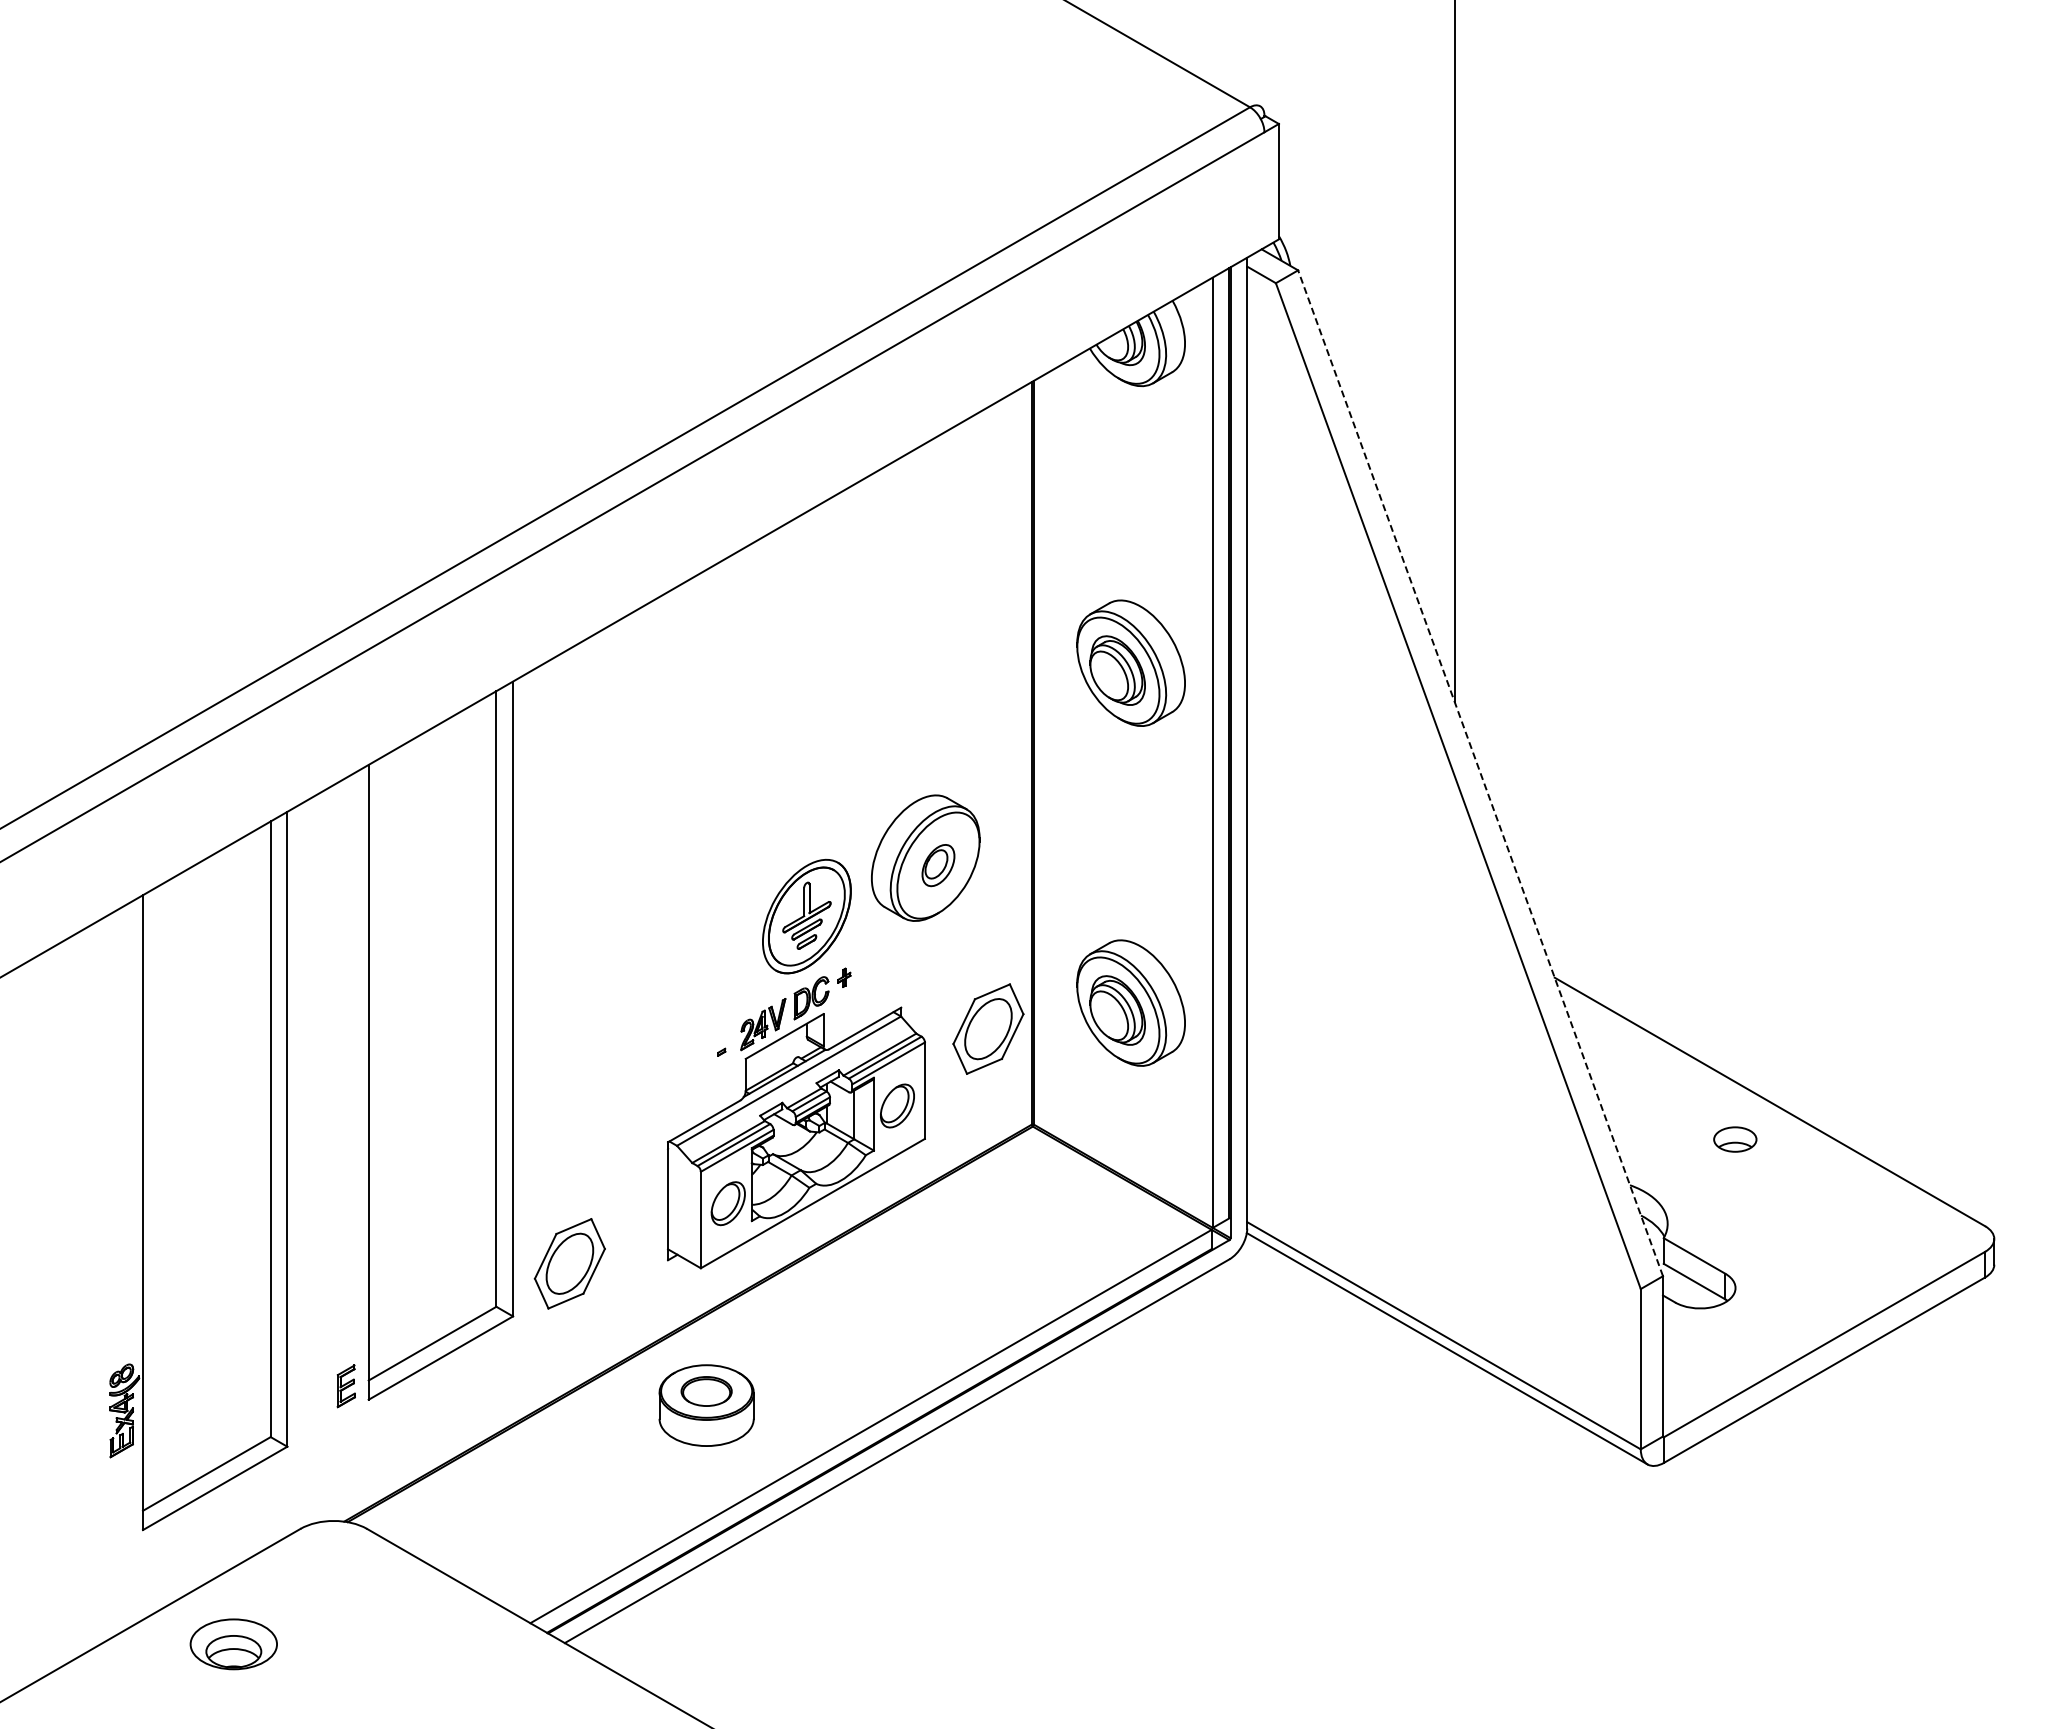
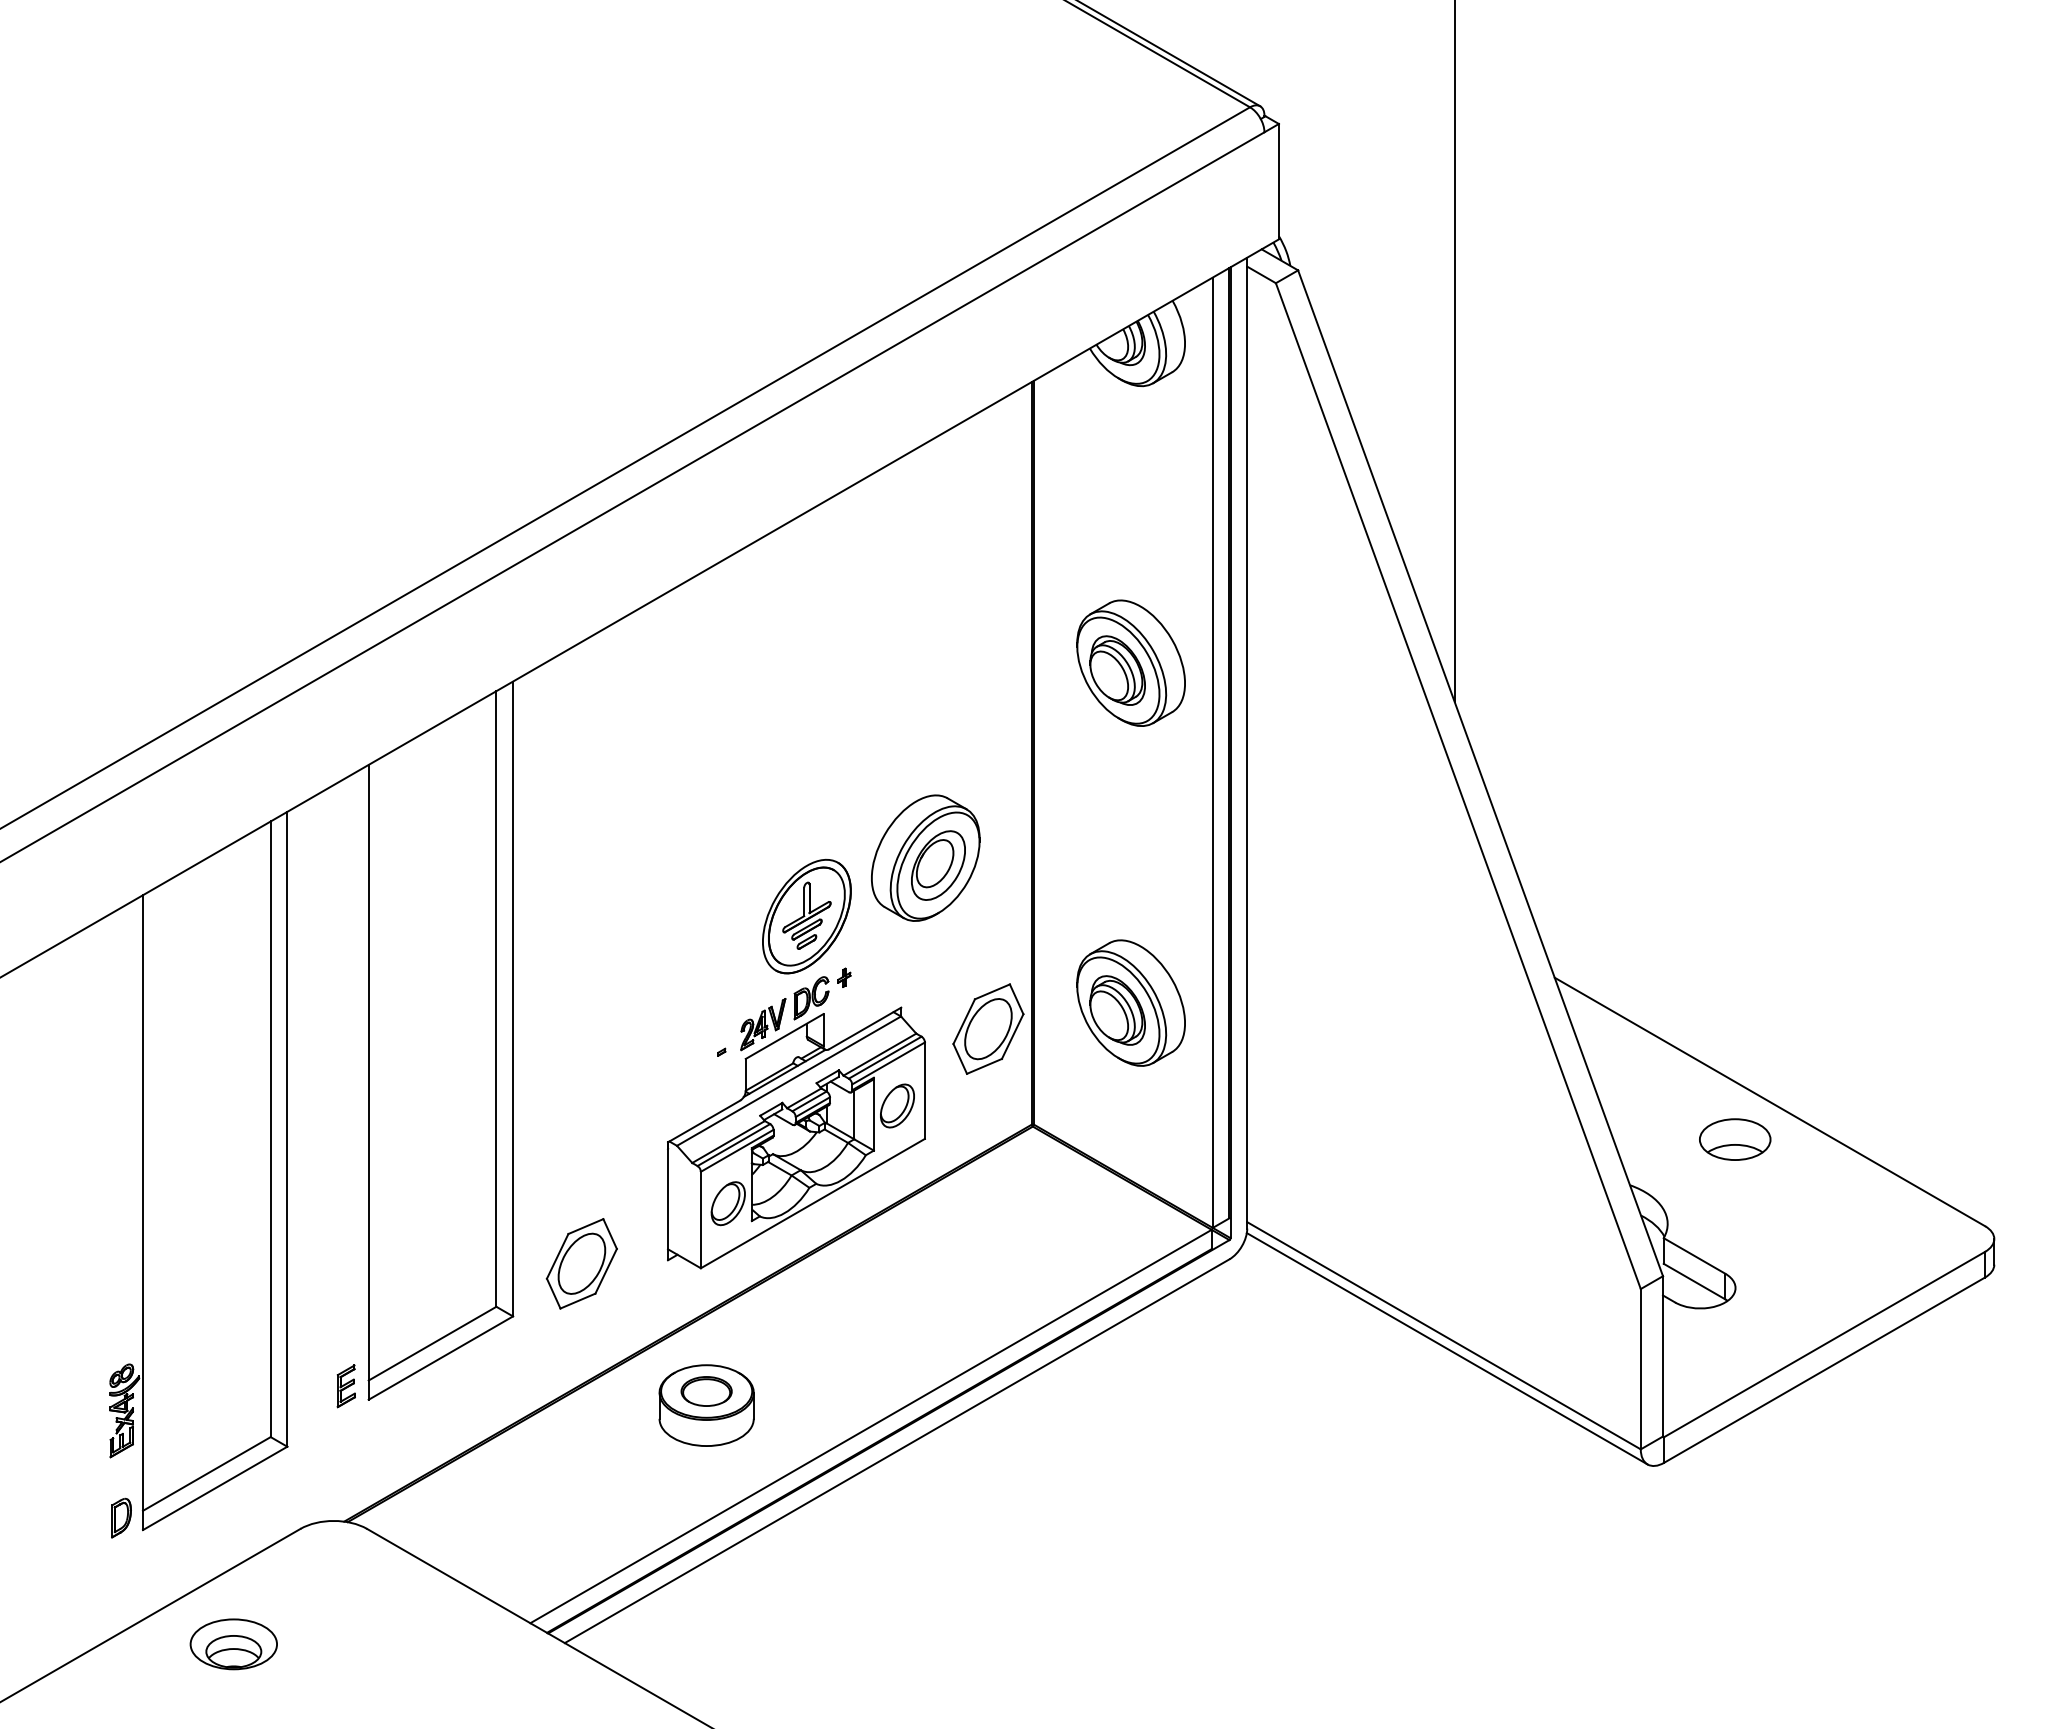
line at (1170, 54): none -> present
line at (1480, 773): dashed -> solid
part at (938, 865) size: 35x44 px -> 55x71 px
part at (1735, 1139) size: 45x27 px -> 73x43 px
part at (569, 1263) position: (569, 1263) -> (581, 1263)
part at (121, 1517): none -> present
